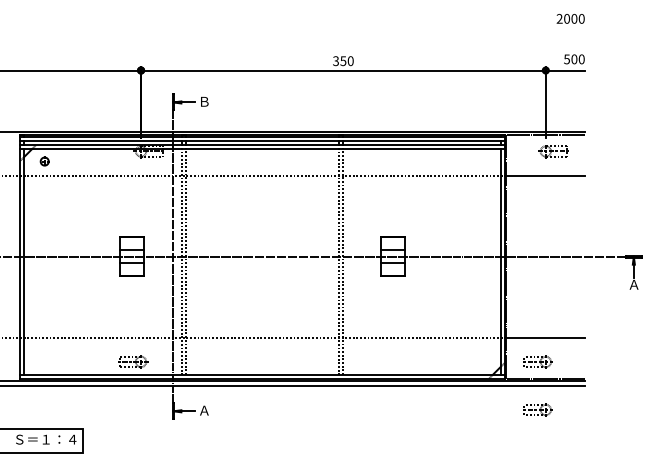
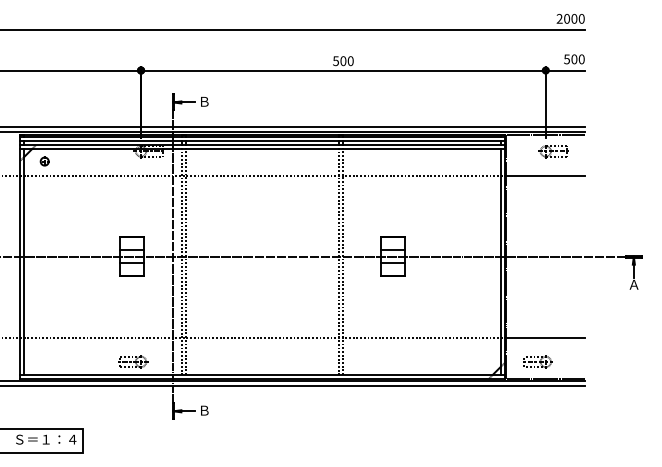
line at (293, 30): none -> present
text at (339, 60): 350 -> 500
line at (293, 127): none -> present
part at (537, 409): present -> none
text at (204, 410): Ａ -> Ｂ
